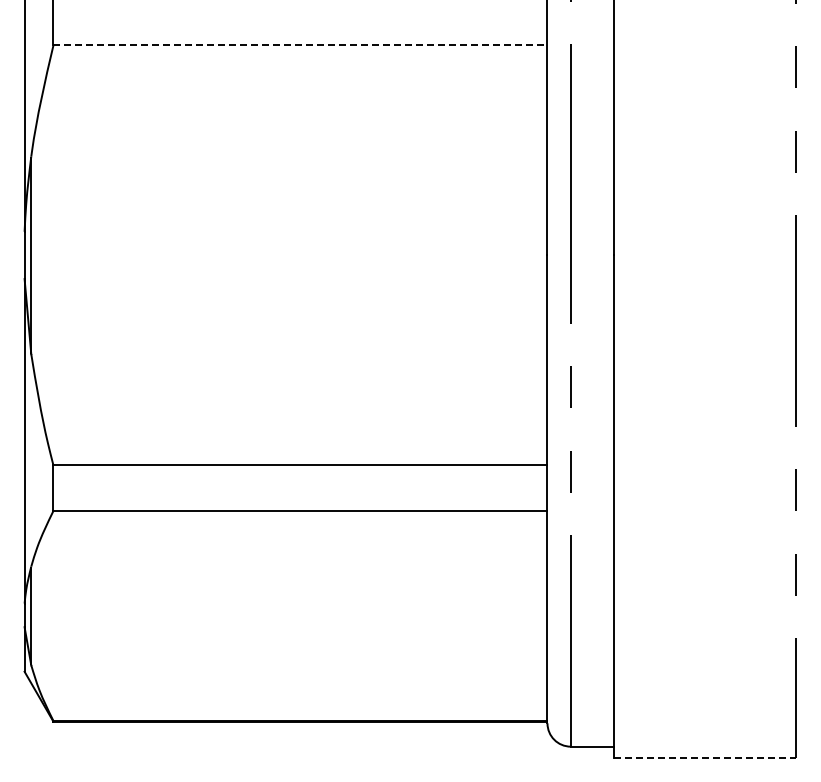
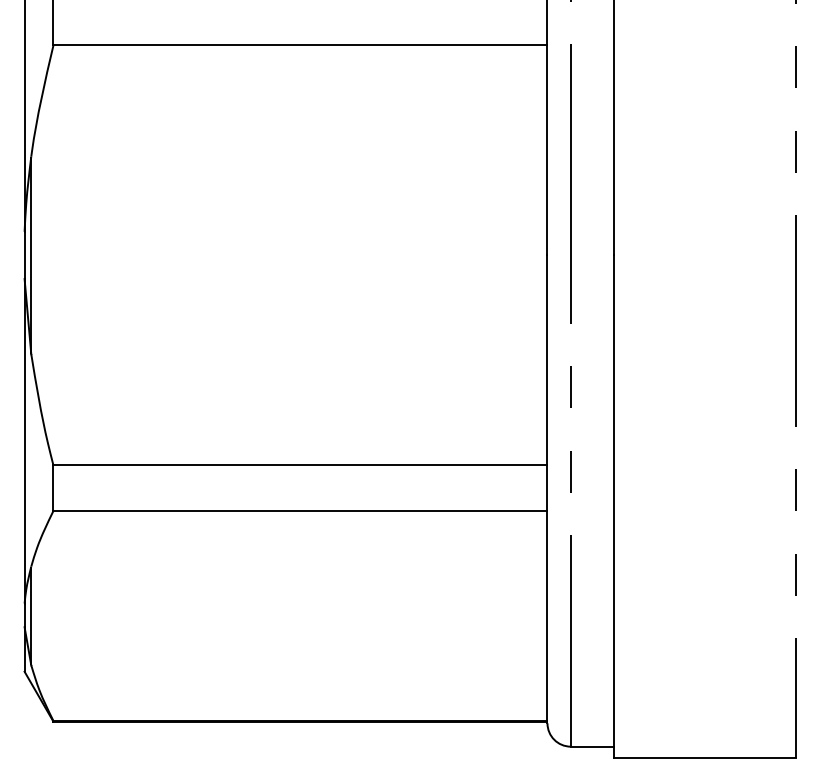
line at (300, 45): dashed -> solid
line at (705, 758): dashed -> solid
